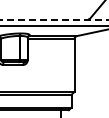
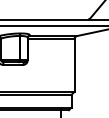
line at (54, 19): dashed -> solid
